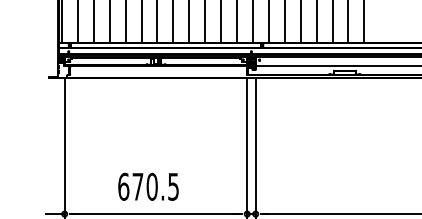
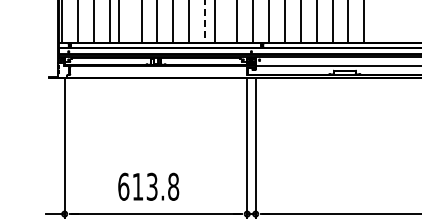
line at (205, 21): solid -> dashed
line at (125, 22) position: (125, 22) -> (118, 22)
line at (221, 22) position: (221, 22) -> (215, 22)
text at (155, 186): 670.5 -> 613.8
